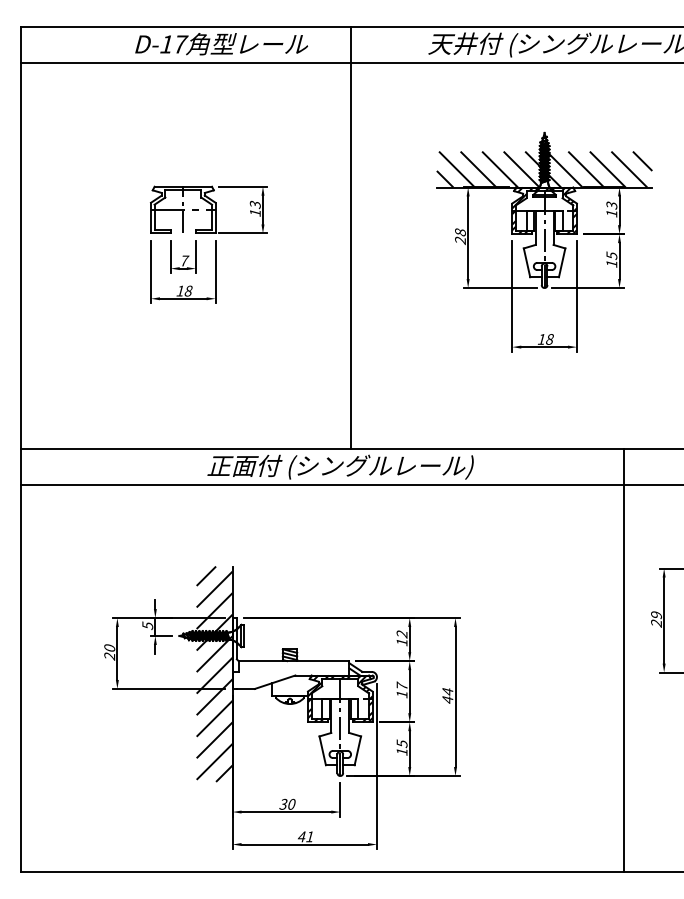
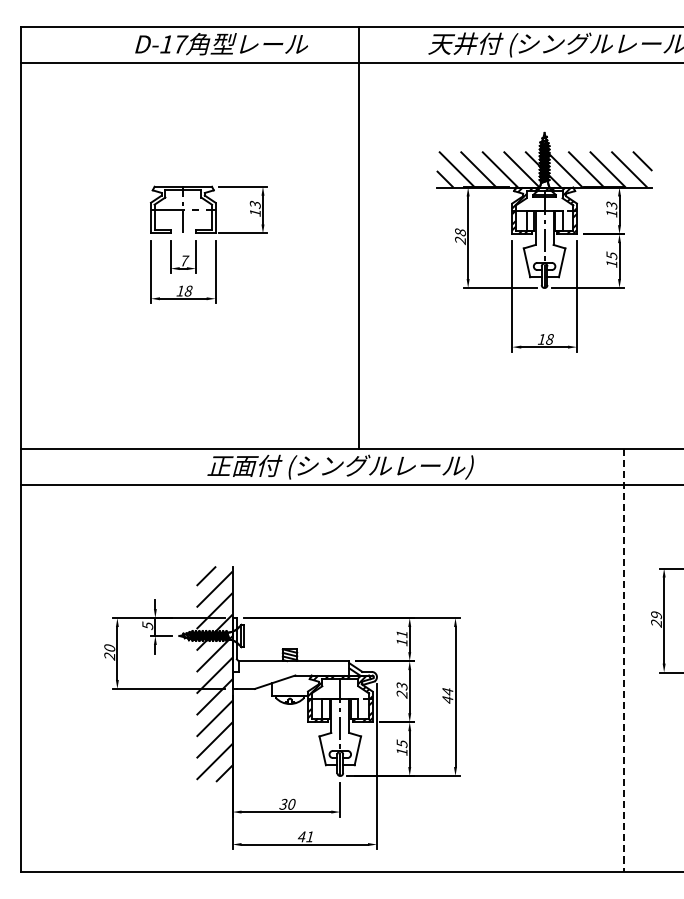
line at (350, 237) position: (350, 237) -> (358, 237)
text at (401, 634): 12 -> 11
line at (624, 661): solid -> dashed
text at (401, 689): 17 -> 23
